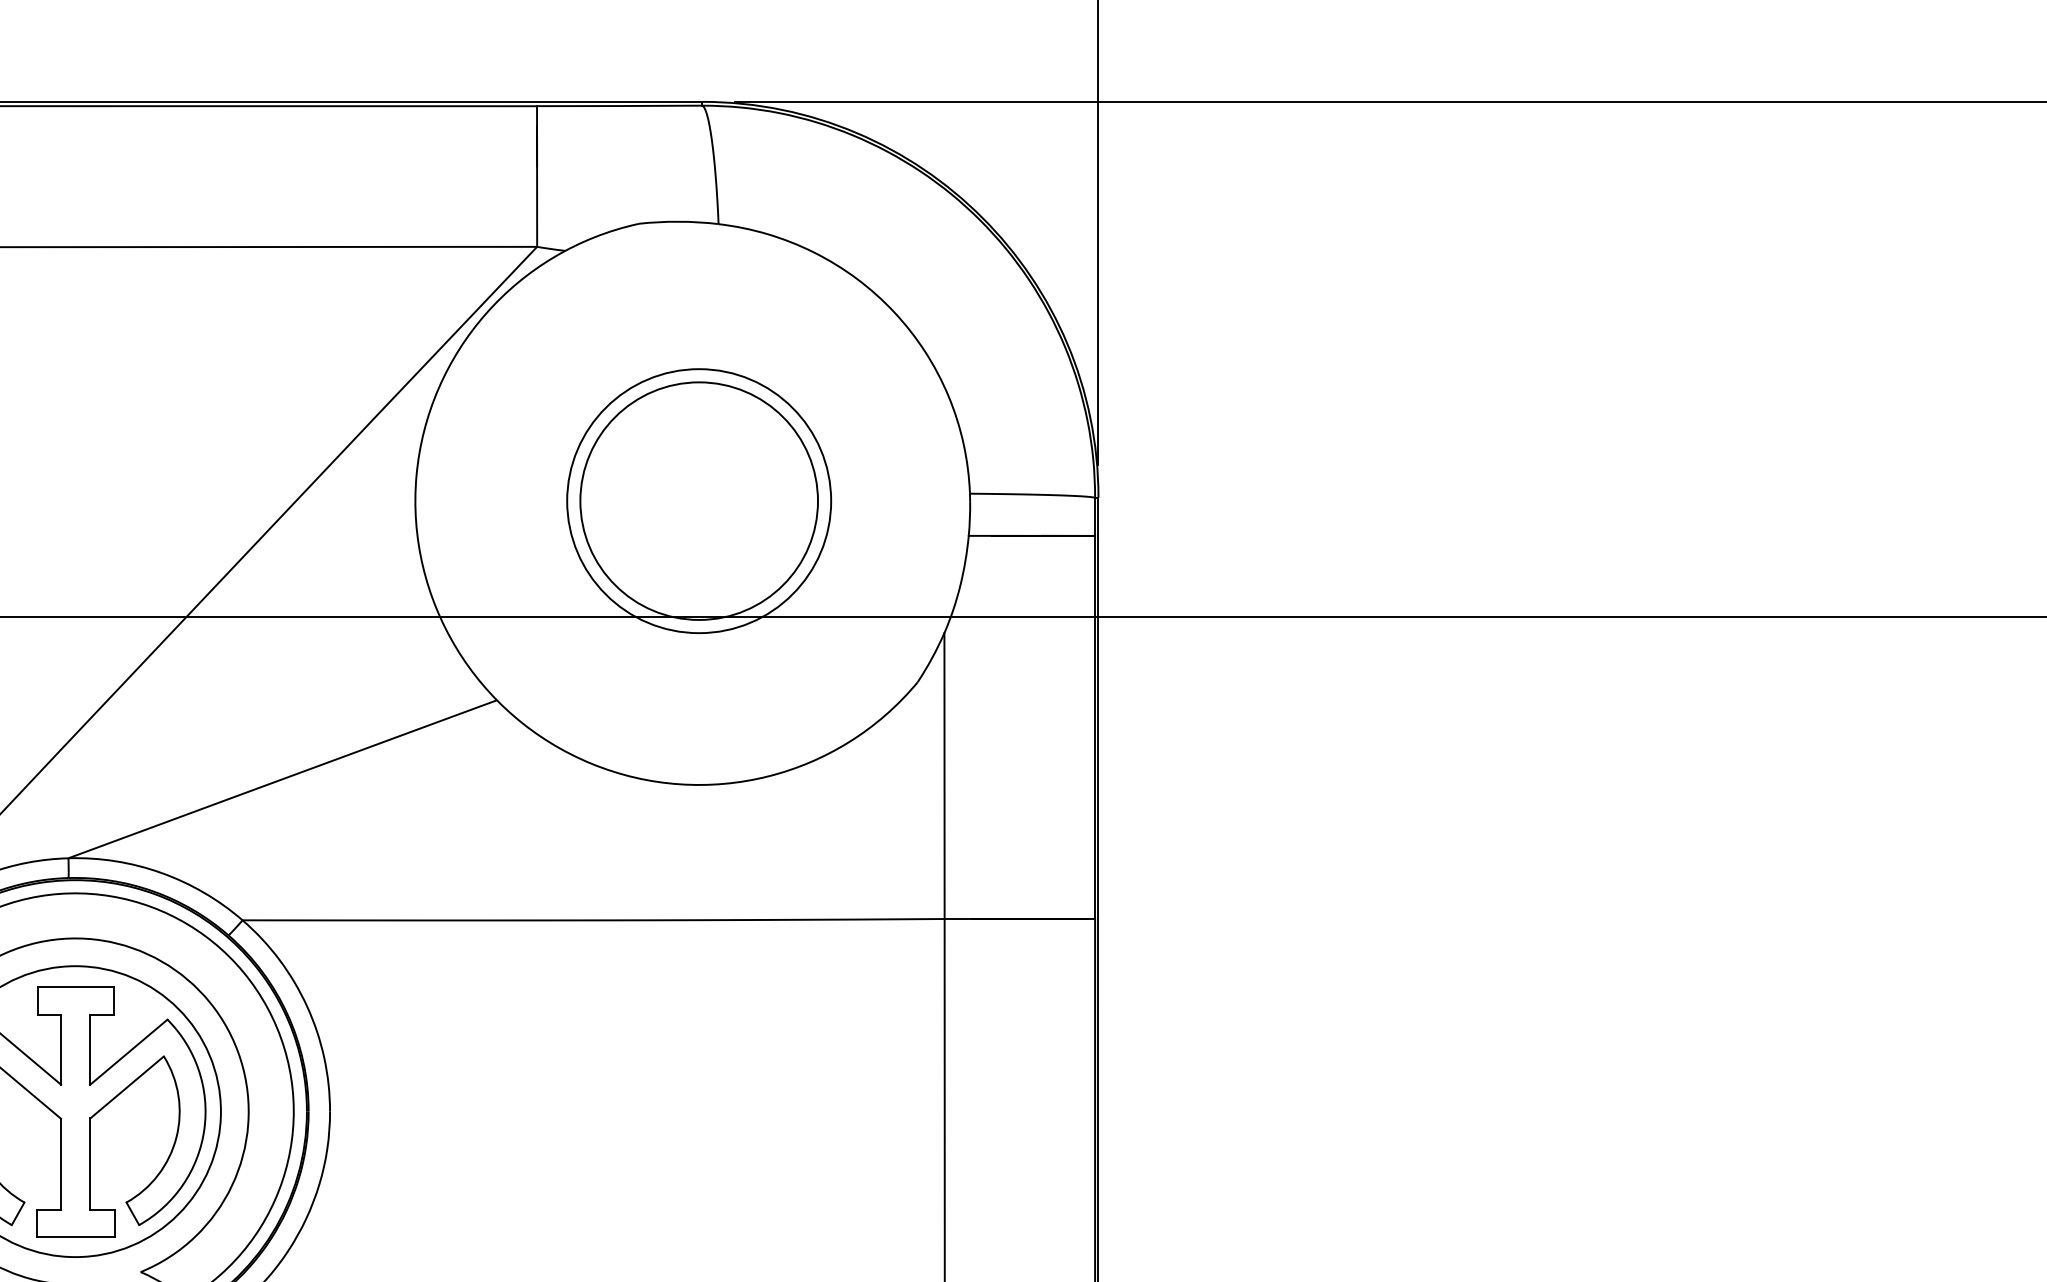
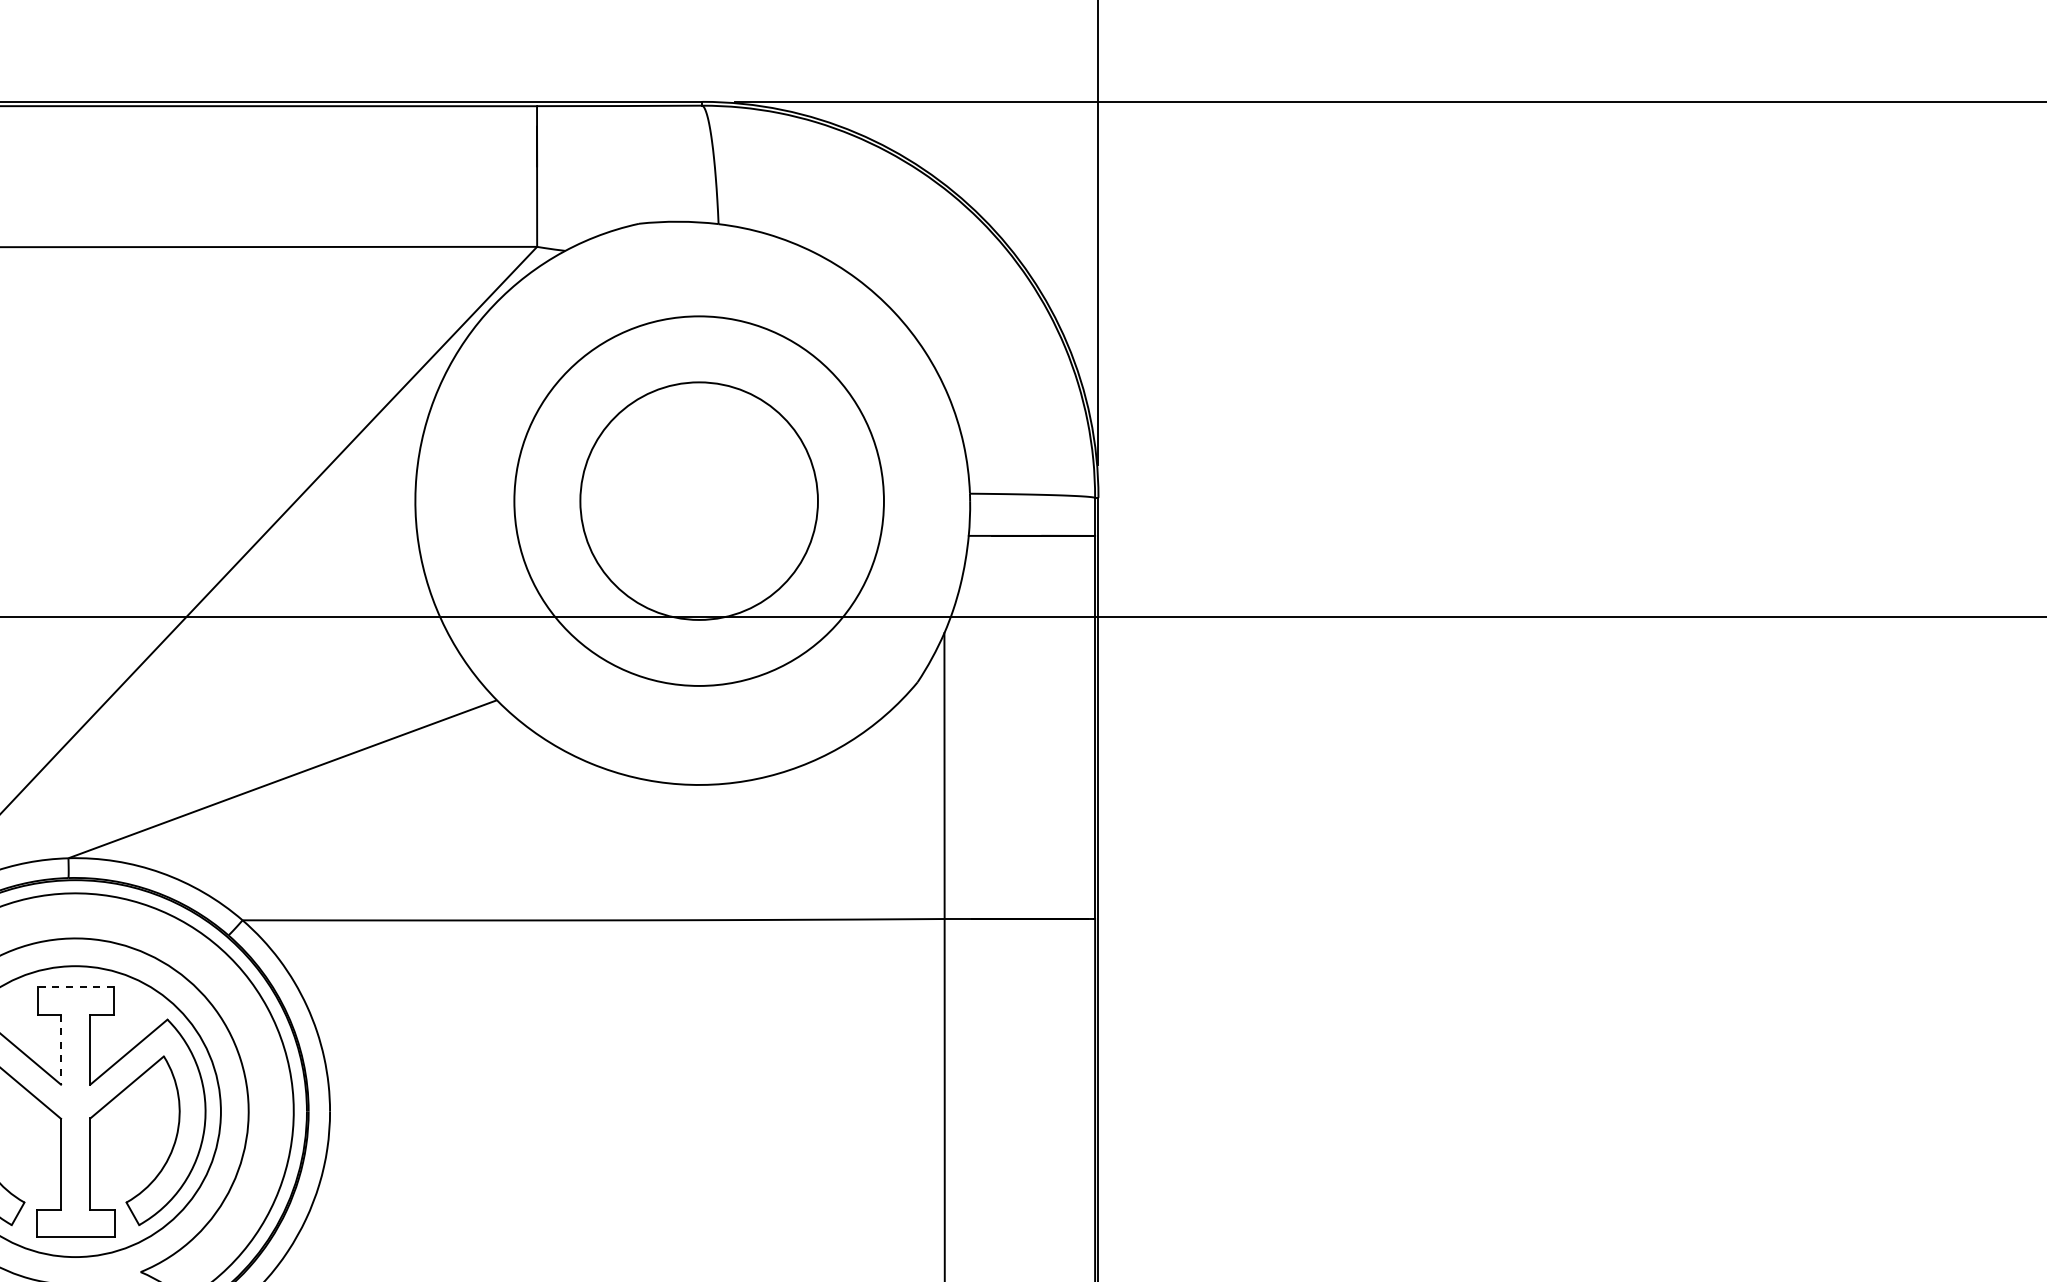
circle at (699, 501) diameter: 264 px -> 370 px
line at (75, 986): solid -> dashed
line at (61, 1050): solid -> dashed
